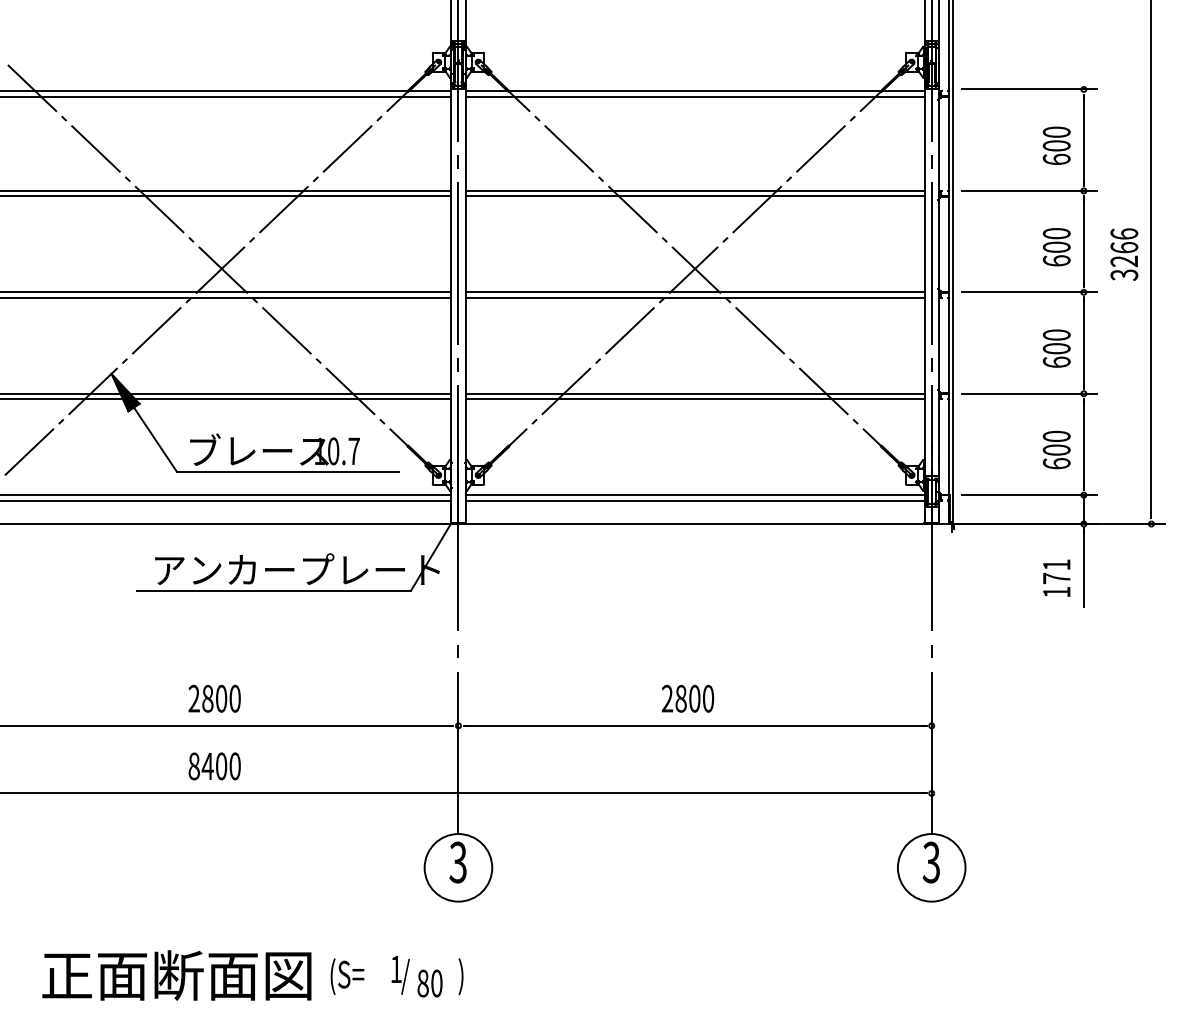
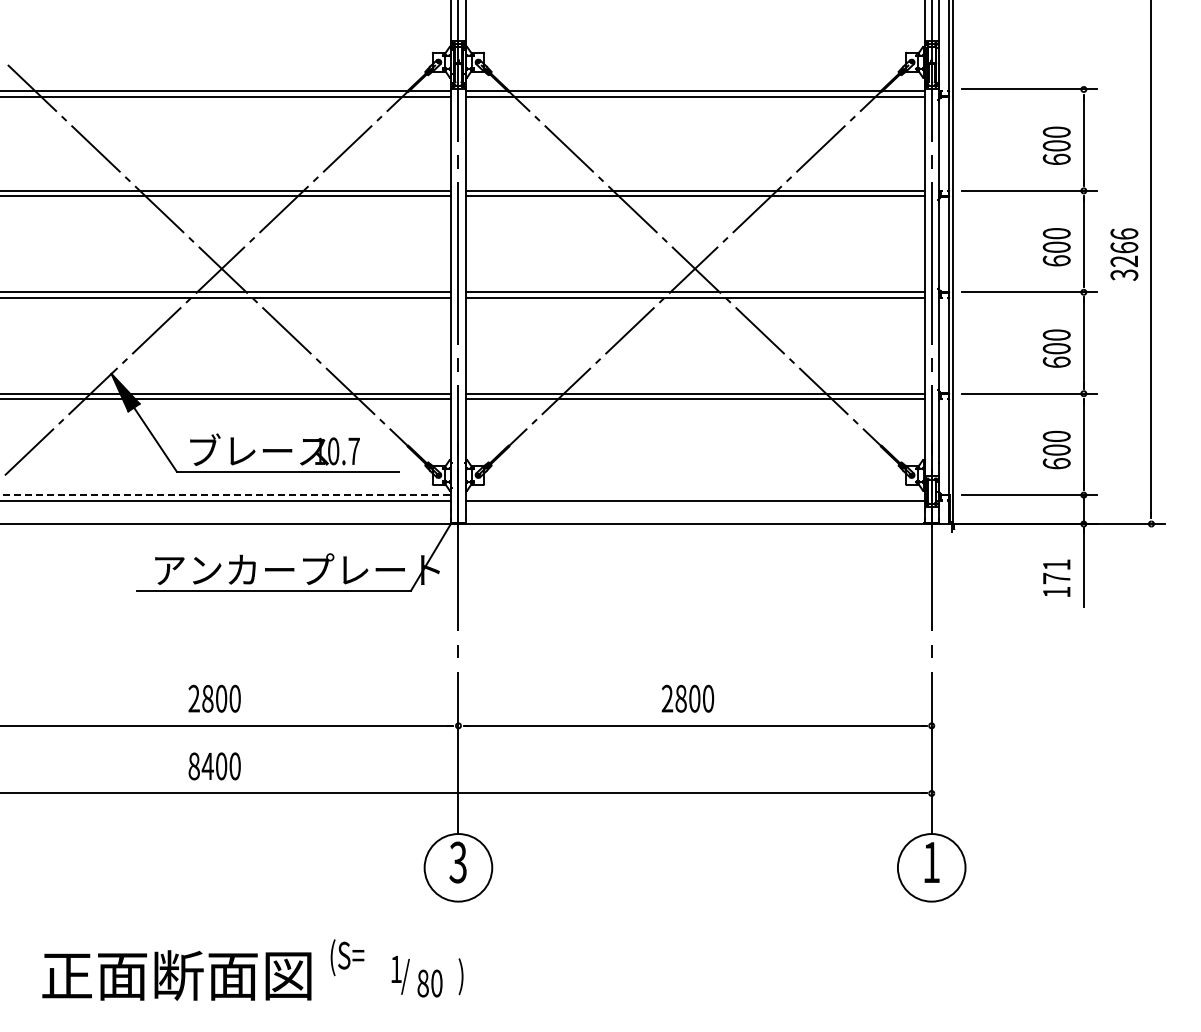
line at (226, 495): solid -> dashed
line at (694, 495): present -> none
text at (930, 862): 3 -> 1
text at (347, 976) position: (347, 976) -> (347, 957)
